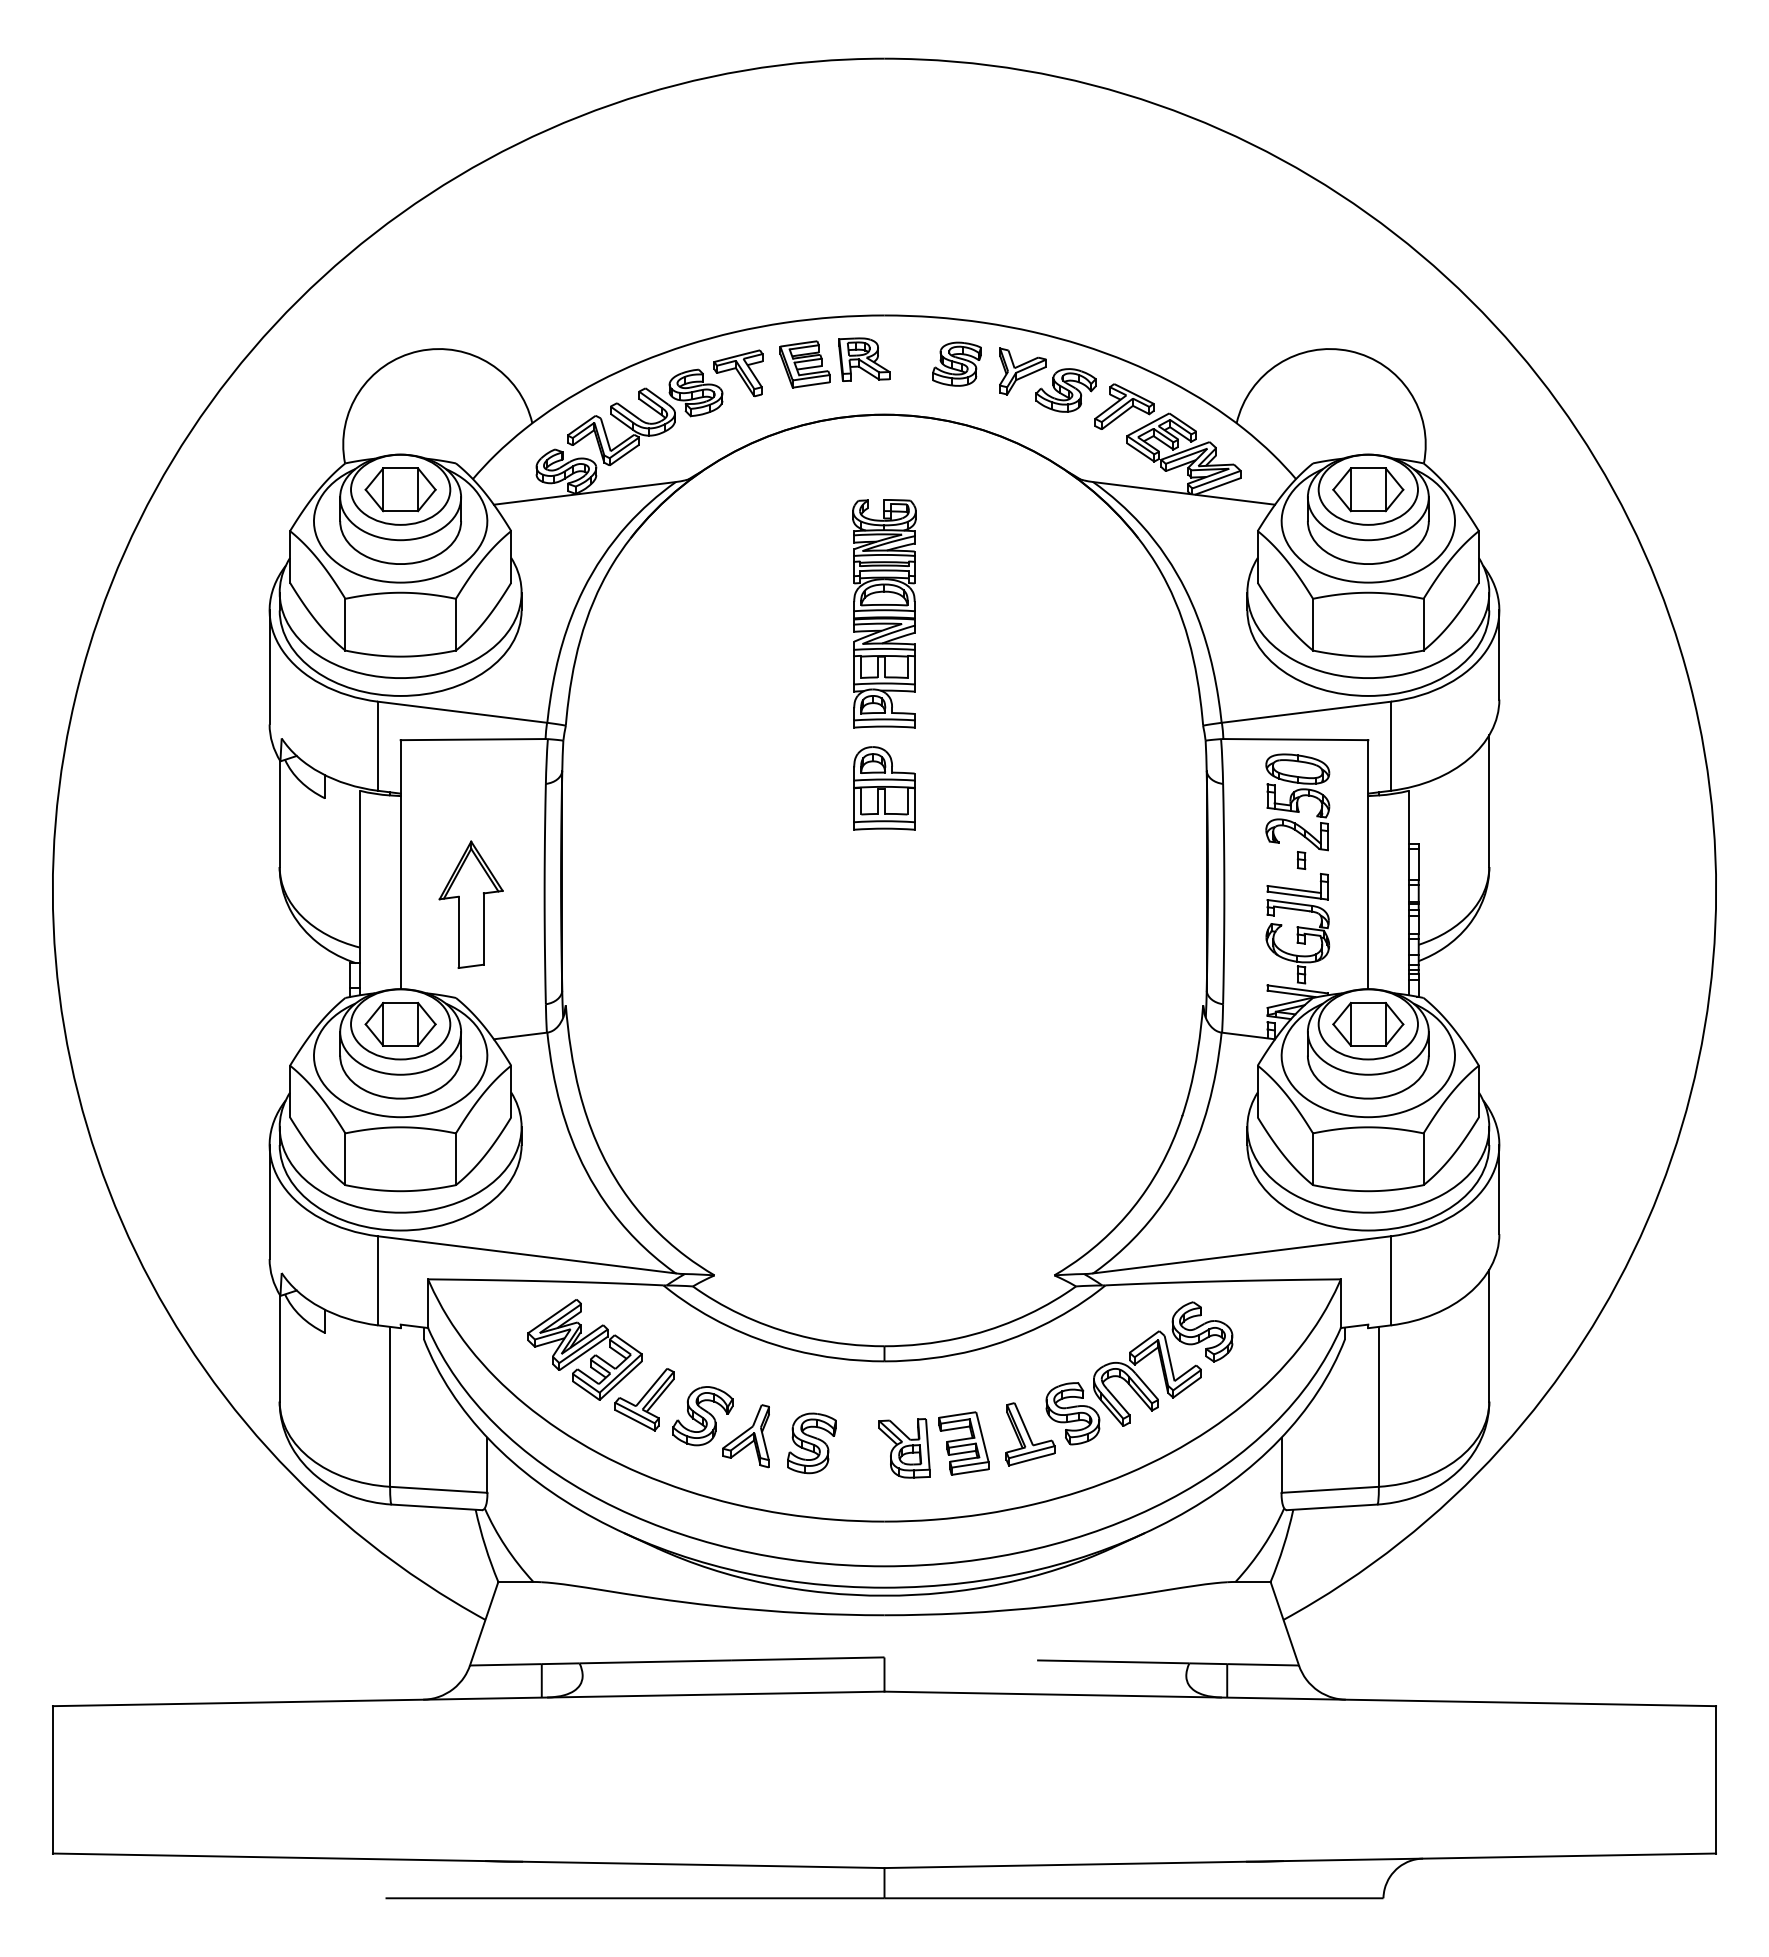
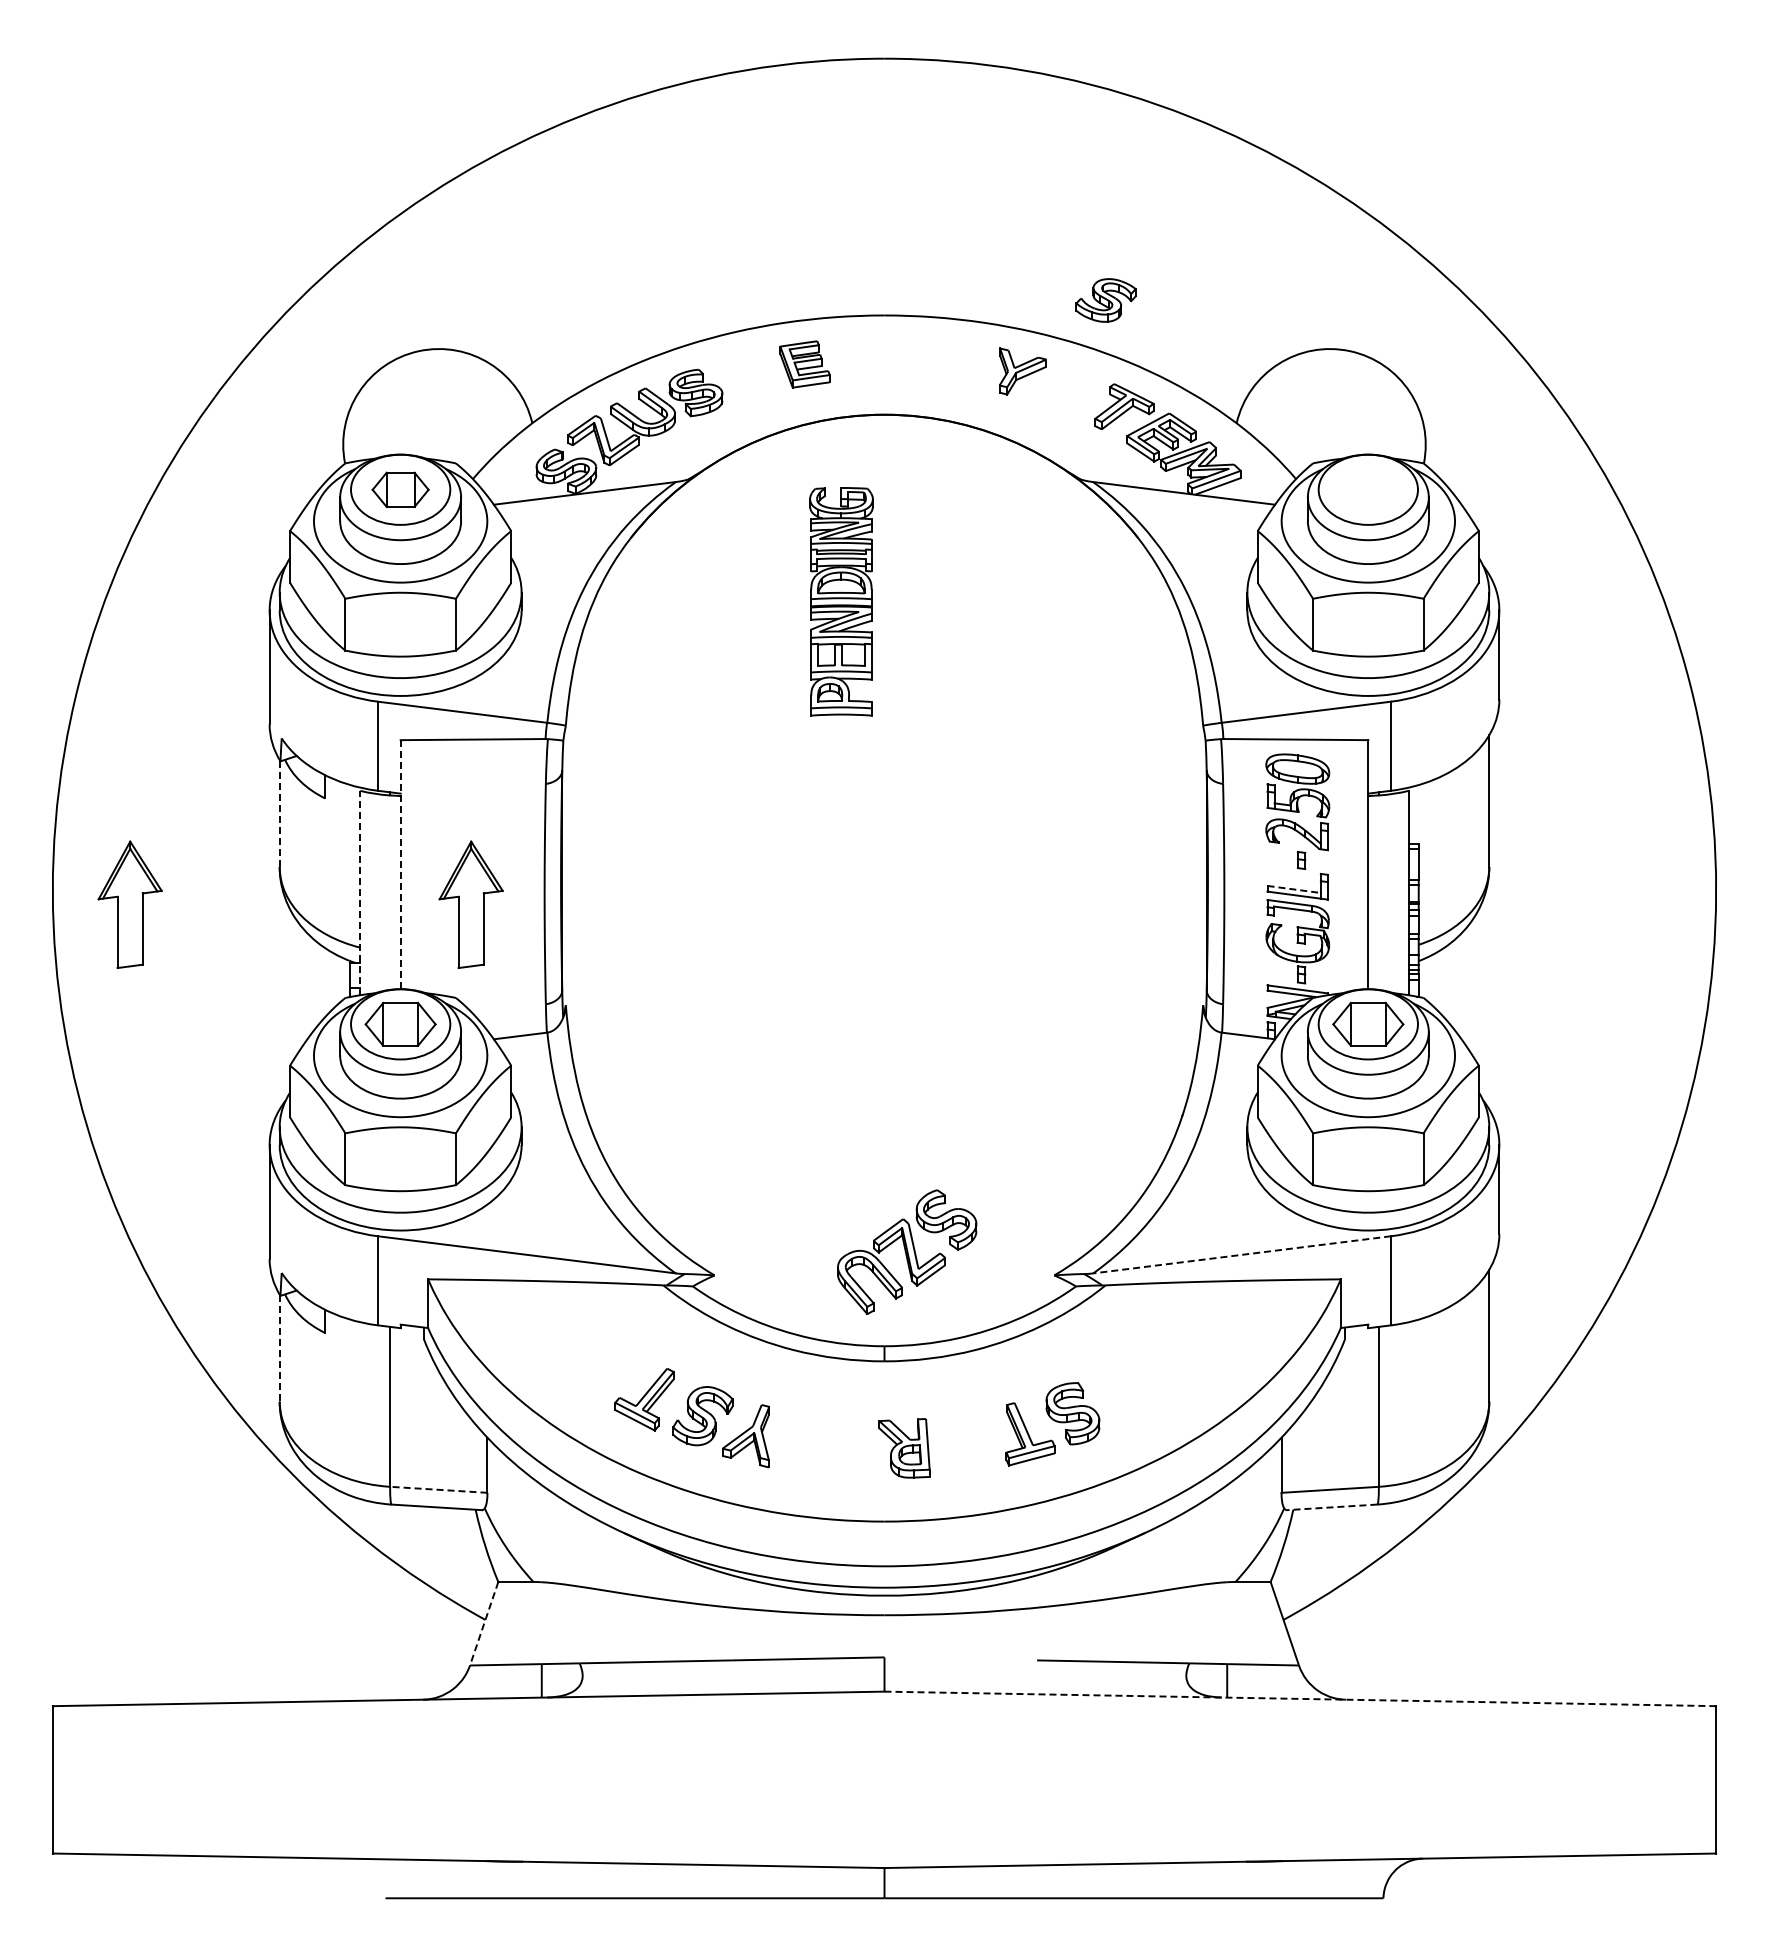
part at (864, 359): present -> none
part at (956, 363): present -> none
part at (738, 373): present -> none
part at (1065, 390) position: (1065, 390) -> (1105, 300)
part at (400, 489) size: 73x46 px -> 59x37 px
part at (1368, 489): present -> none
part at (884, 613) position: (884, 613) -> (841, 601)
part at (884, 788): present -> none
line at (279, 813): solid -> dashed
line at (400, 864): solid -> dashed
line at (1294, 889): solid -> dashed
line at (360, 892): solid -> dashed
part at (129, 904): none -> present
line at (1241, 1254): solid -> dashed
line at (279, 1348): solid -> dashed
part at (584, 1349): present -> none
part at (1163, 1363) position: (1163, 1363) -> (907, 1251)
part at (811, 1443): present -> none
part at (963, 1443): present -> none
line at (438, 1489): solid -> dashed
line at (1331, 1507): solid -> dashed
line at (484, 1624): solid -> dashed
line at (1300, 1698): solid -> dashed
